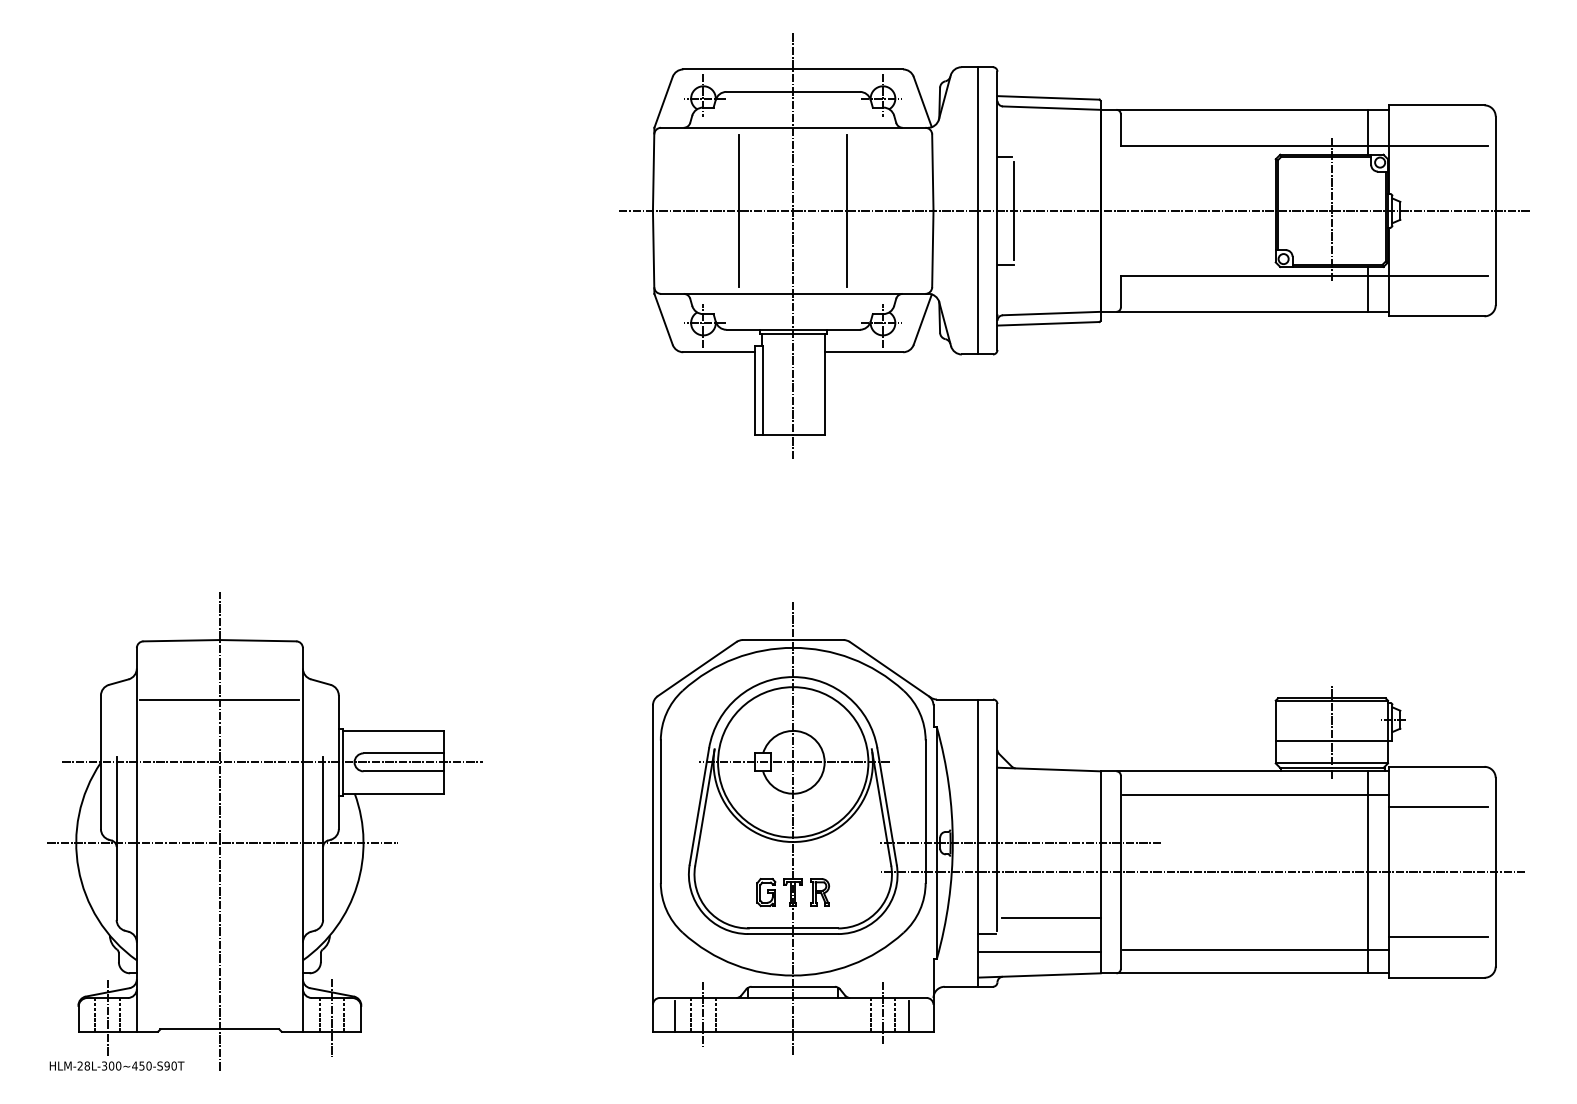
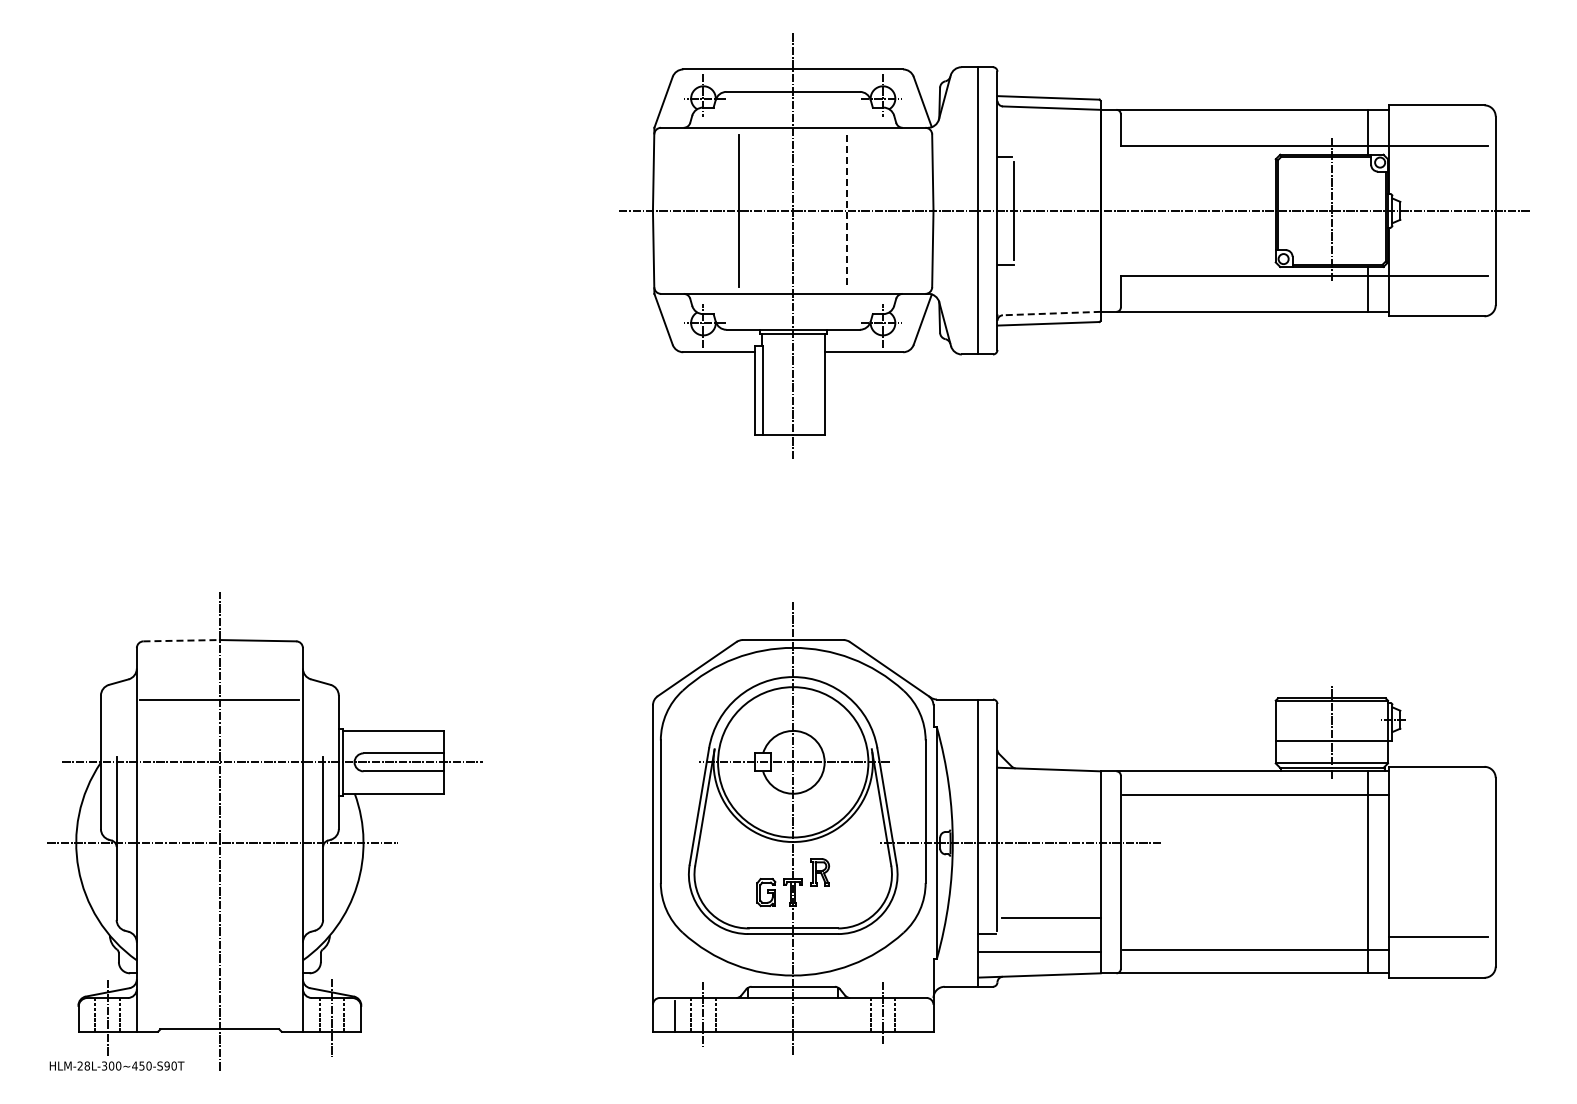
line at (847, 211): solid -> dashed
line at (1051, 313): solid -> dashed
line at (182, 640): solid -> dashed
line at (1438, 807): present -> none
line at (1202, 872): present -> none
part at (820, 892) position: (820, 892) -> (820, 872)
line at (908, 1016): present -> none
